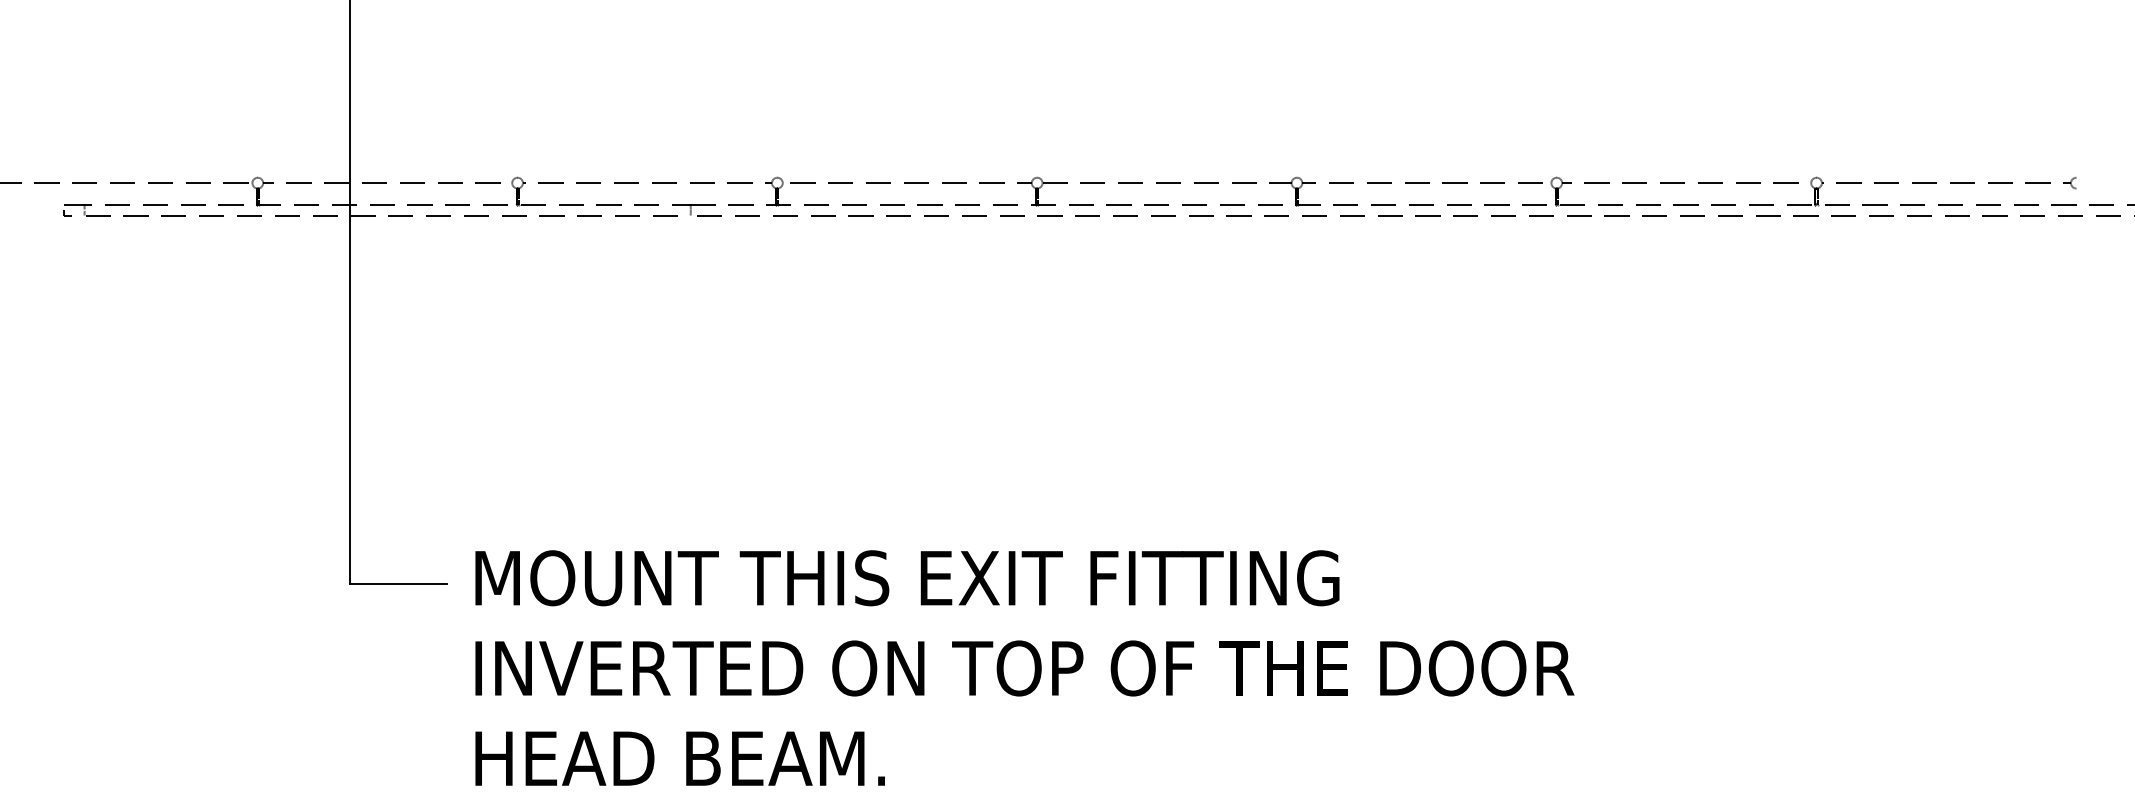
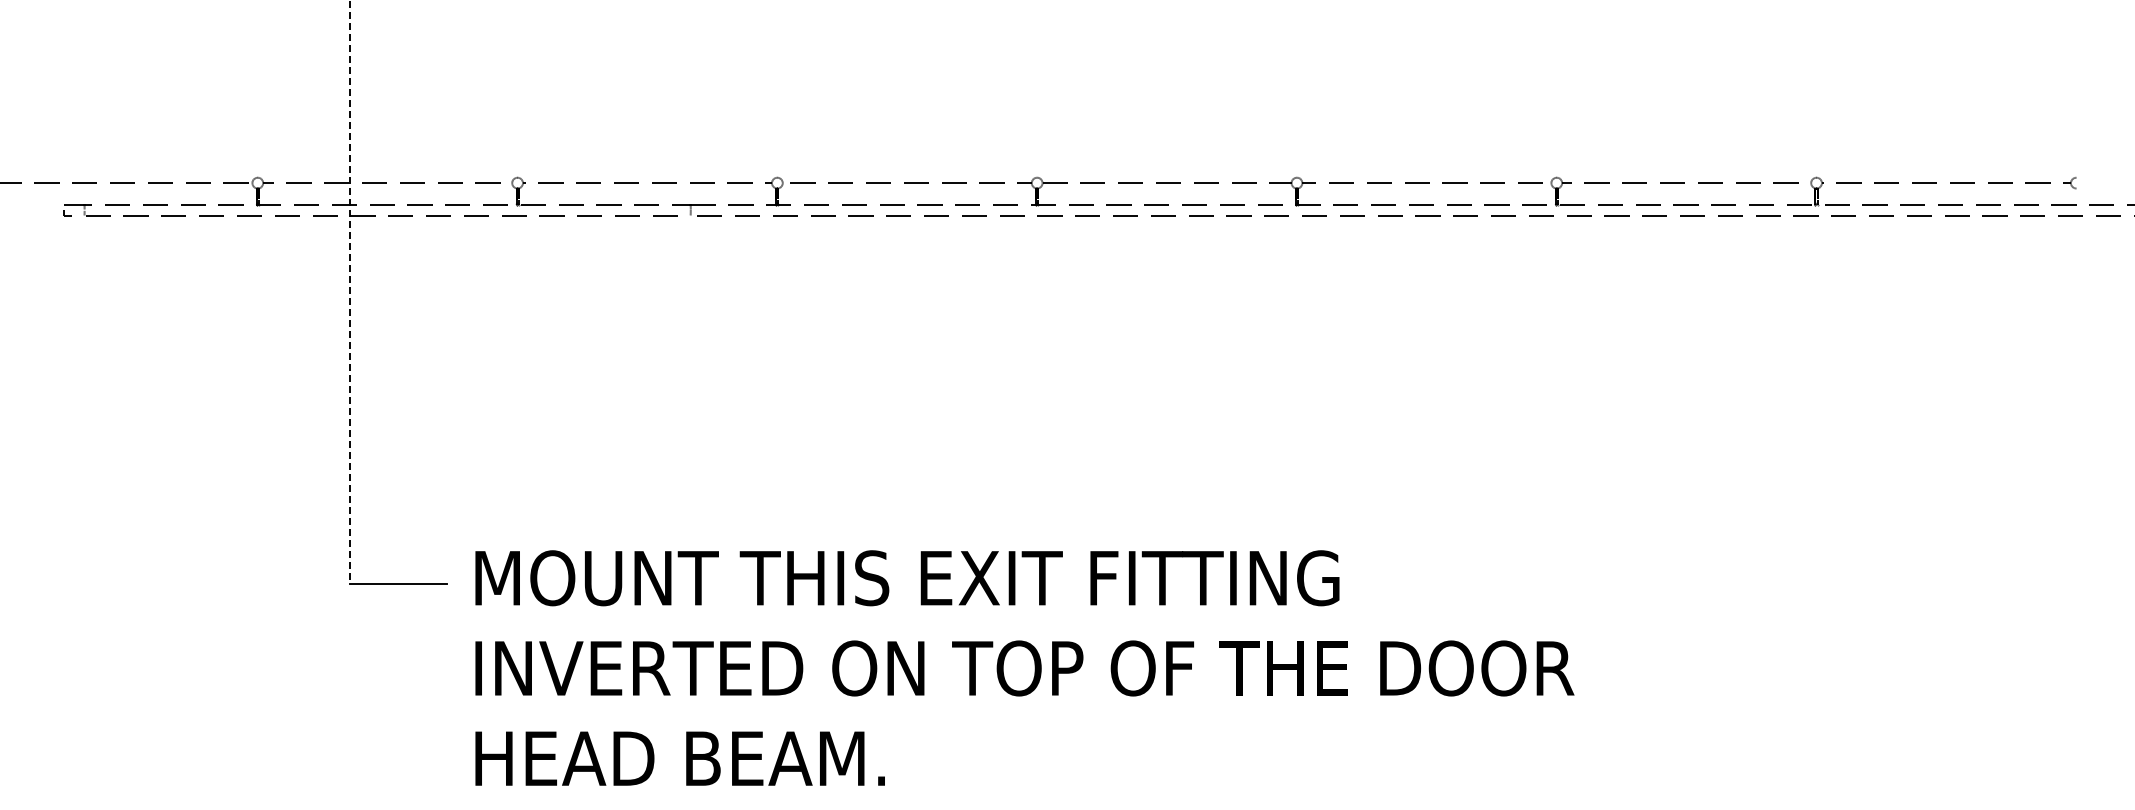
line at (349, 291): solid -> dashed
